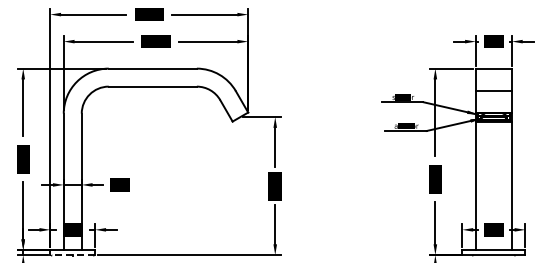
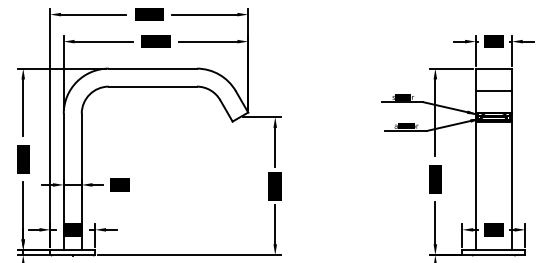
line at (72, 255): dashed -> solid
